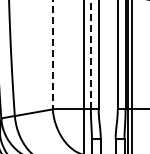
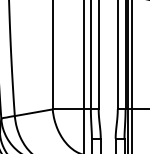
line at (90, 54): dashed -> solid
line at (52, 55): dashed -> solid
